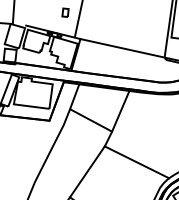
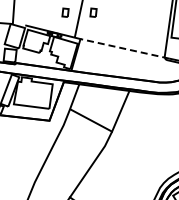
part at (93, 12): none -> present
line at (124, 48): solid -> dashed
line at (136, 162): present -> none
